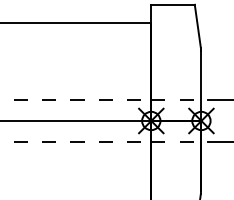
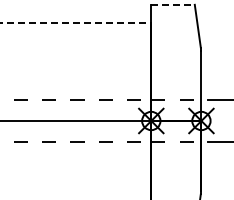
line at (173, 4): solid -> dashed
line at (76, 23): solid -> dashed
